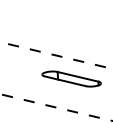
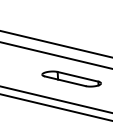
line at (55, 43): none -> present
line at (56, 55): dashed -> solid
line at (55, 99): none -> present
line at (56, 107): dashed -> solid
